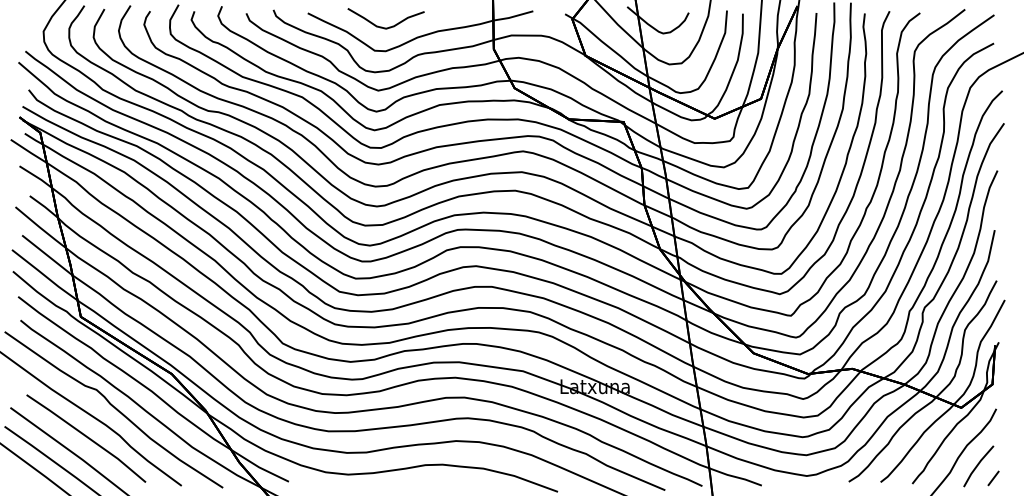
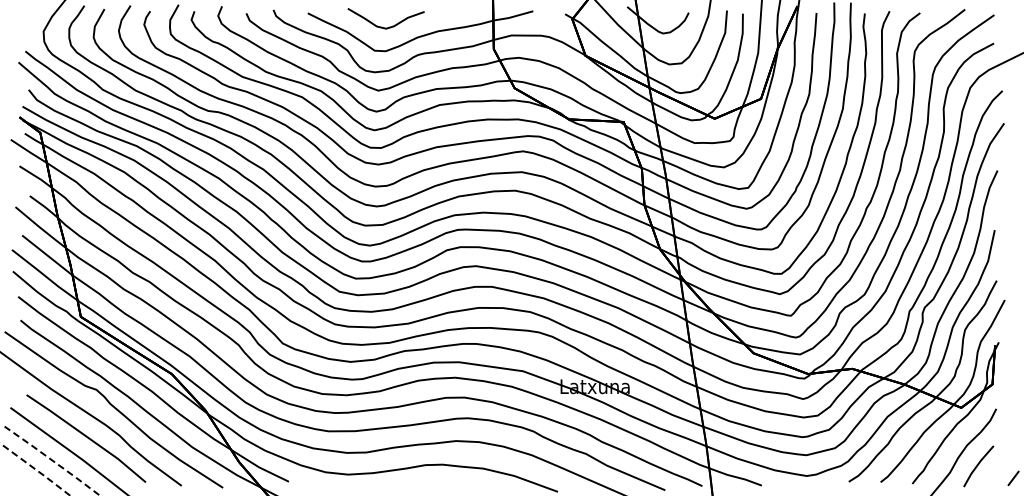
line at (52, 460): solid -> dashed
line at (35, 469): solid -> dashed
line at (993, 478) position: (993, 478) -> (1013, 478)
